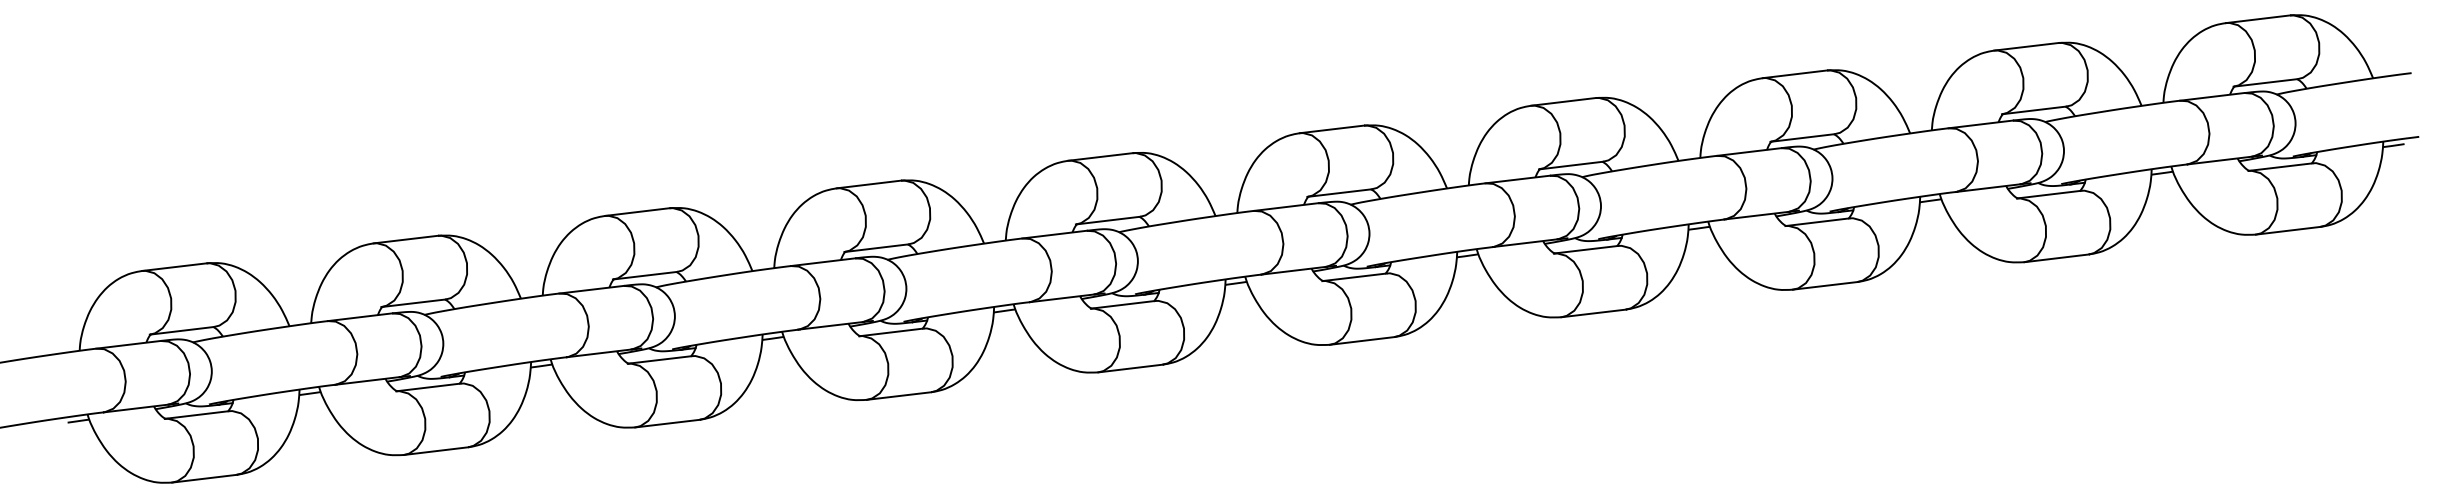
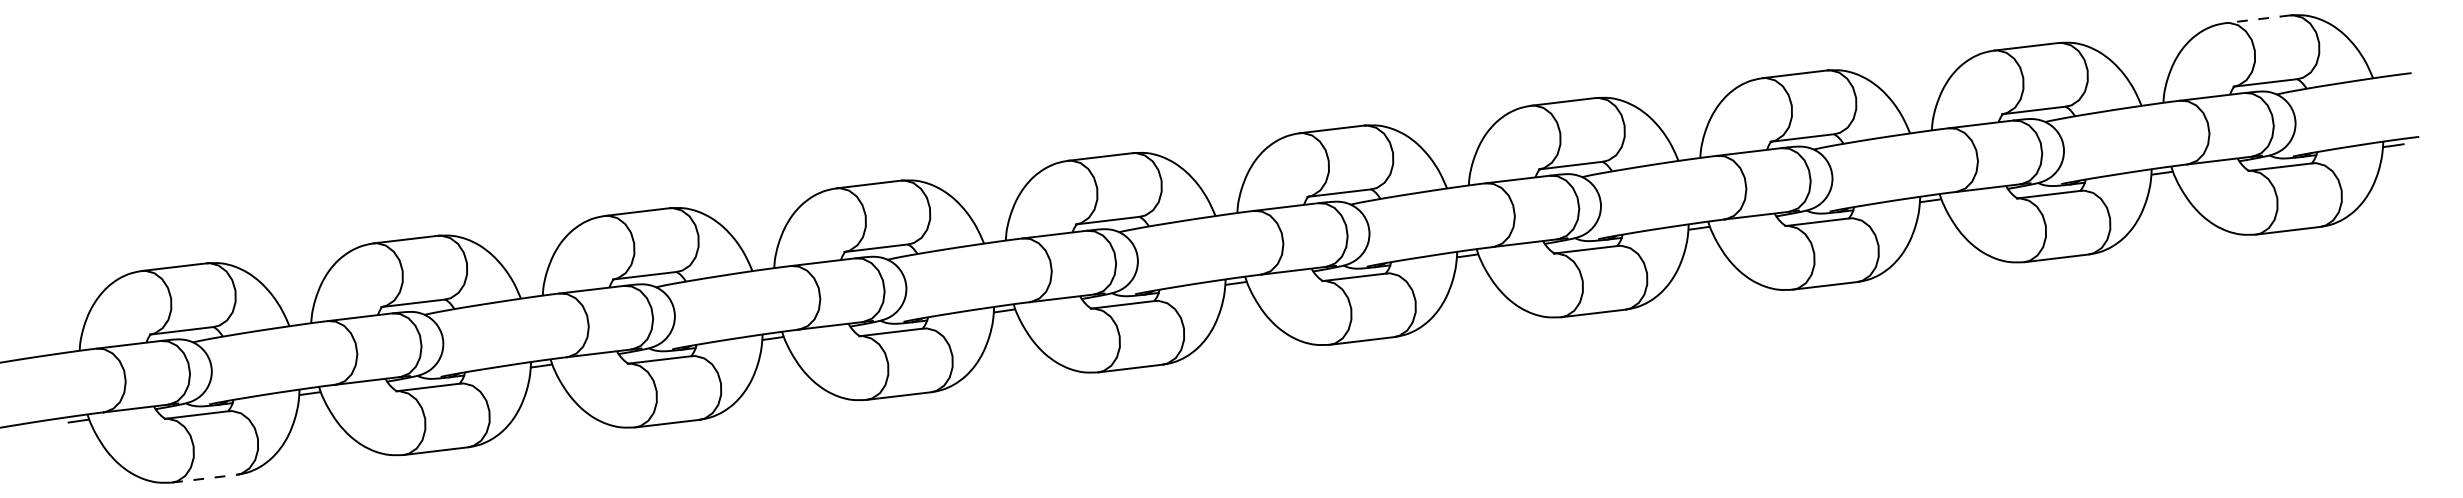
line at (2257, 19): solid -> dashed
line at (204, 478): solid -> dashed
